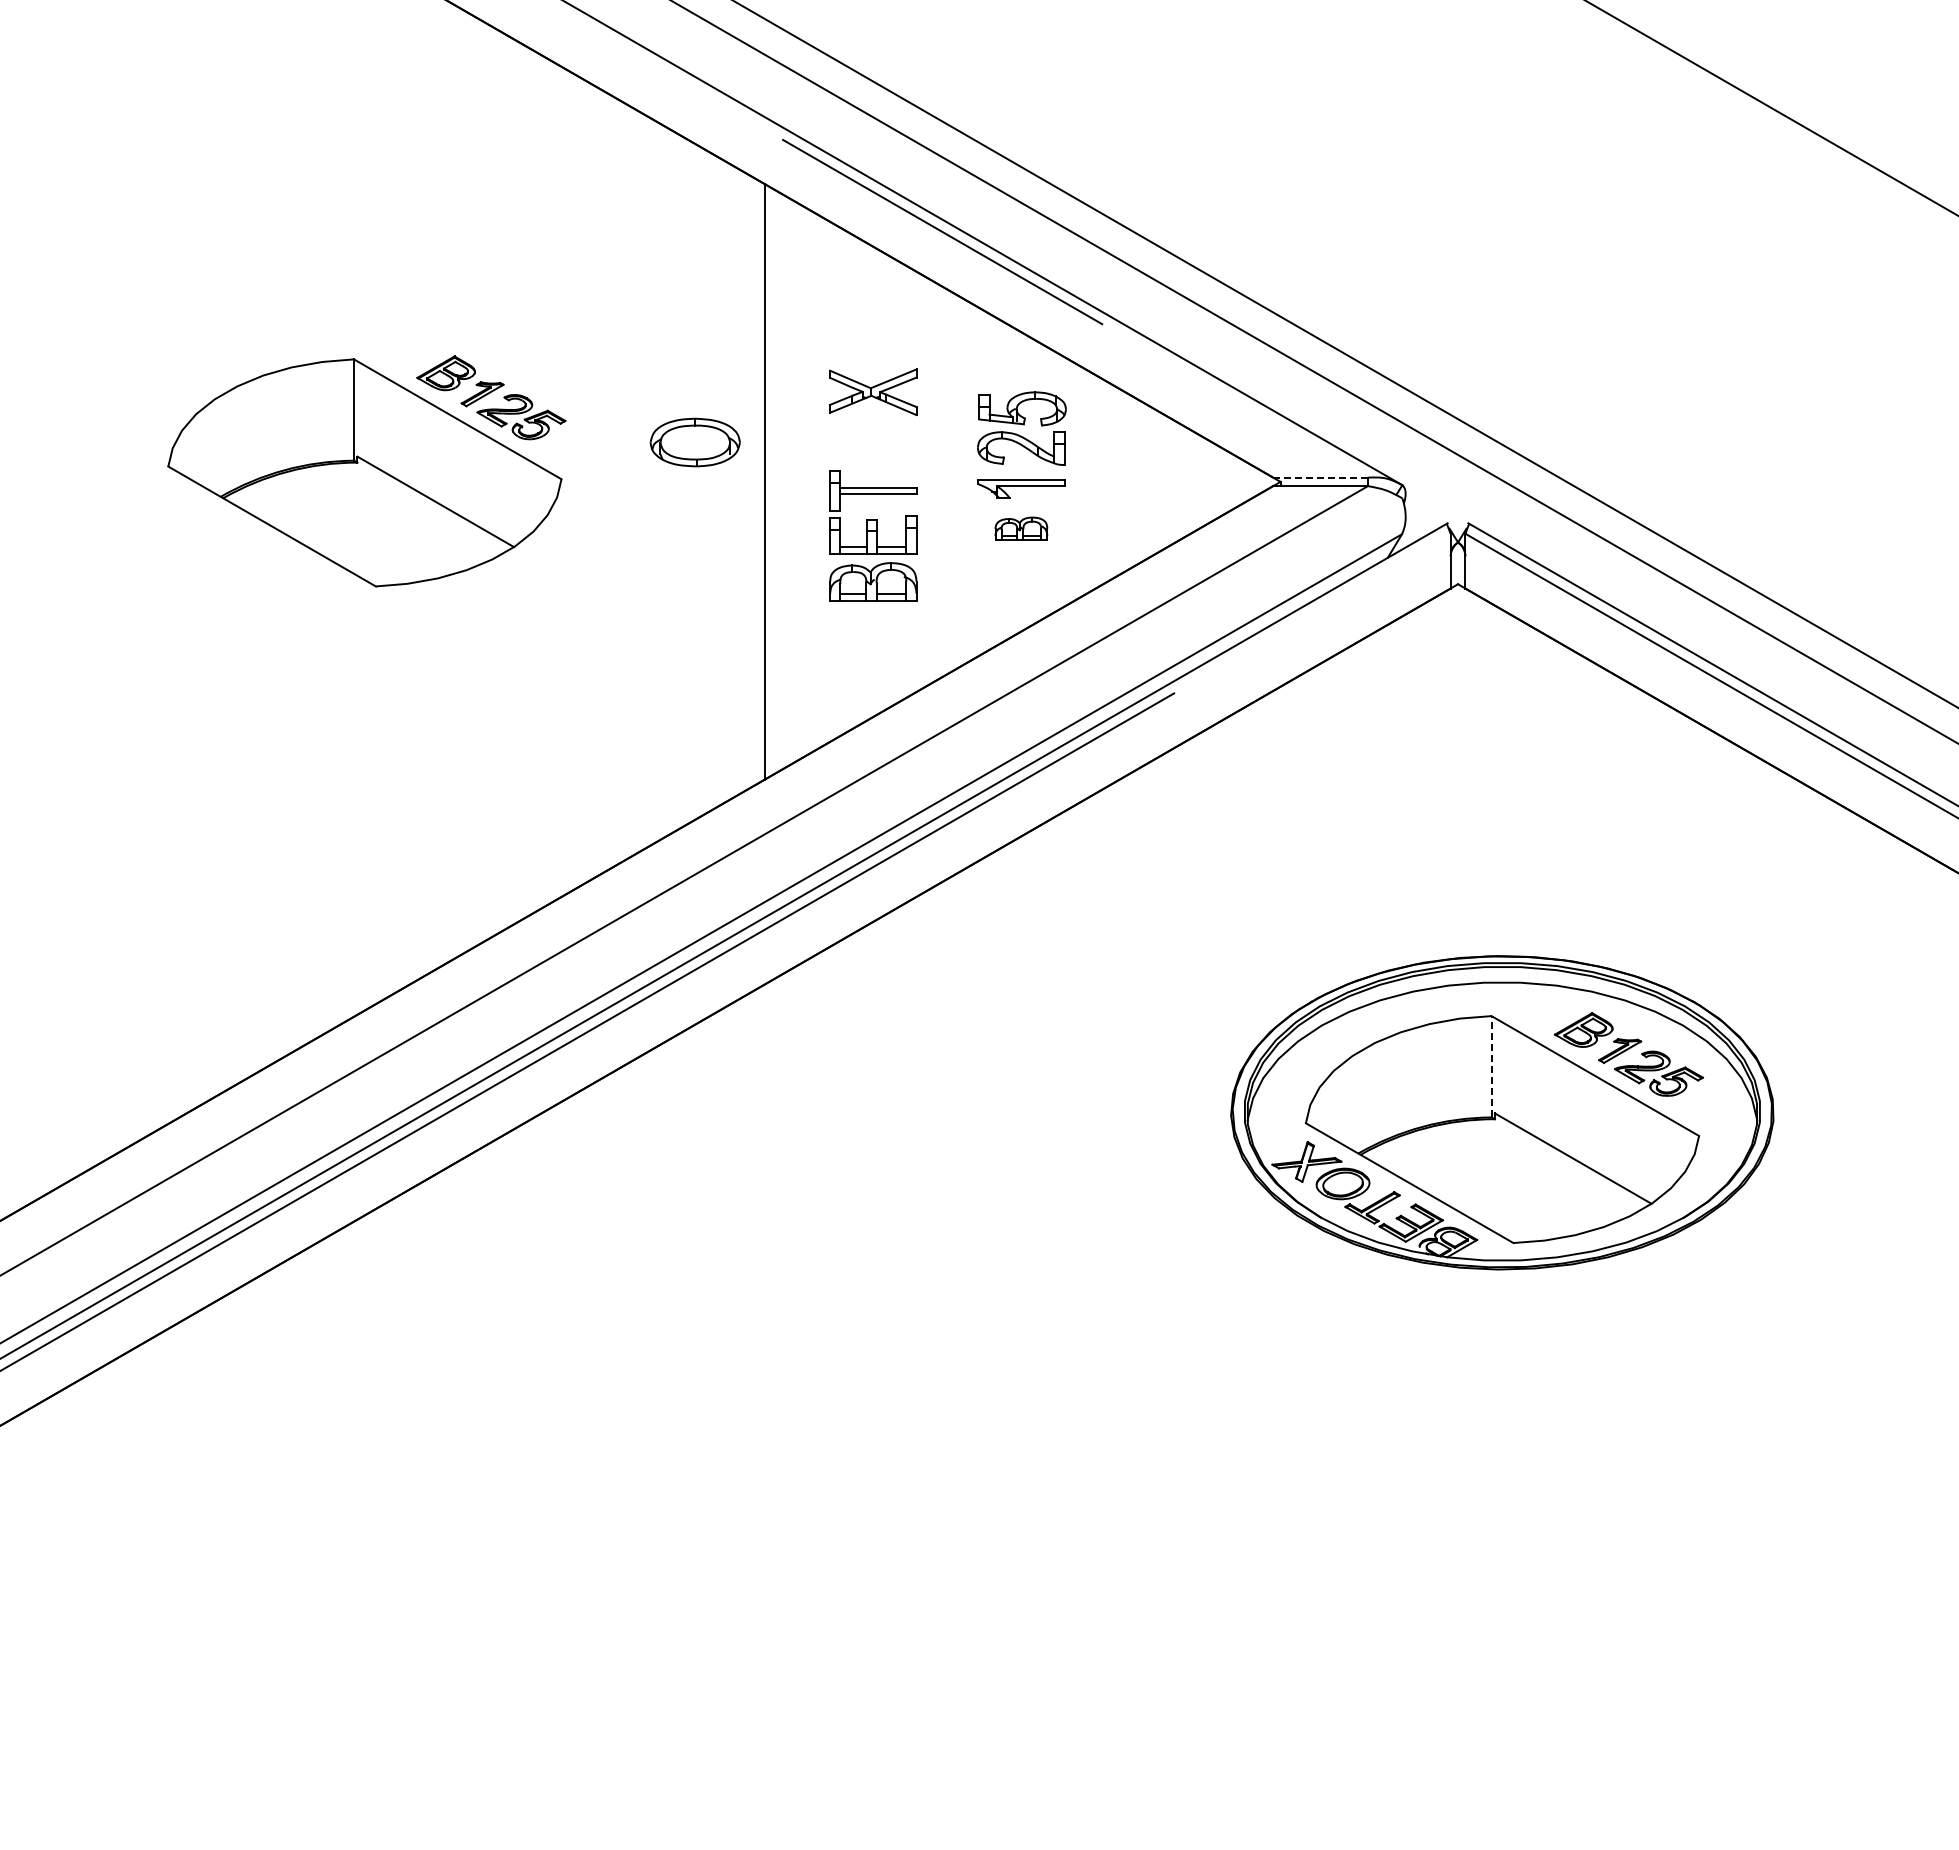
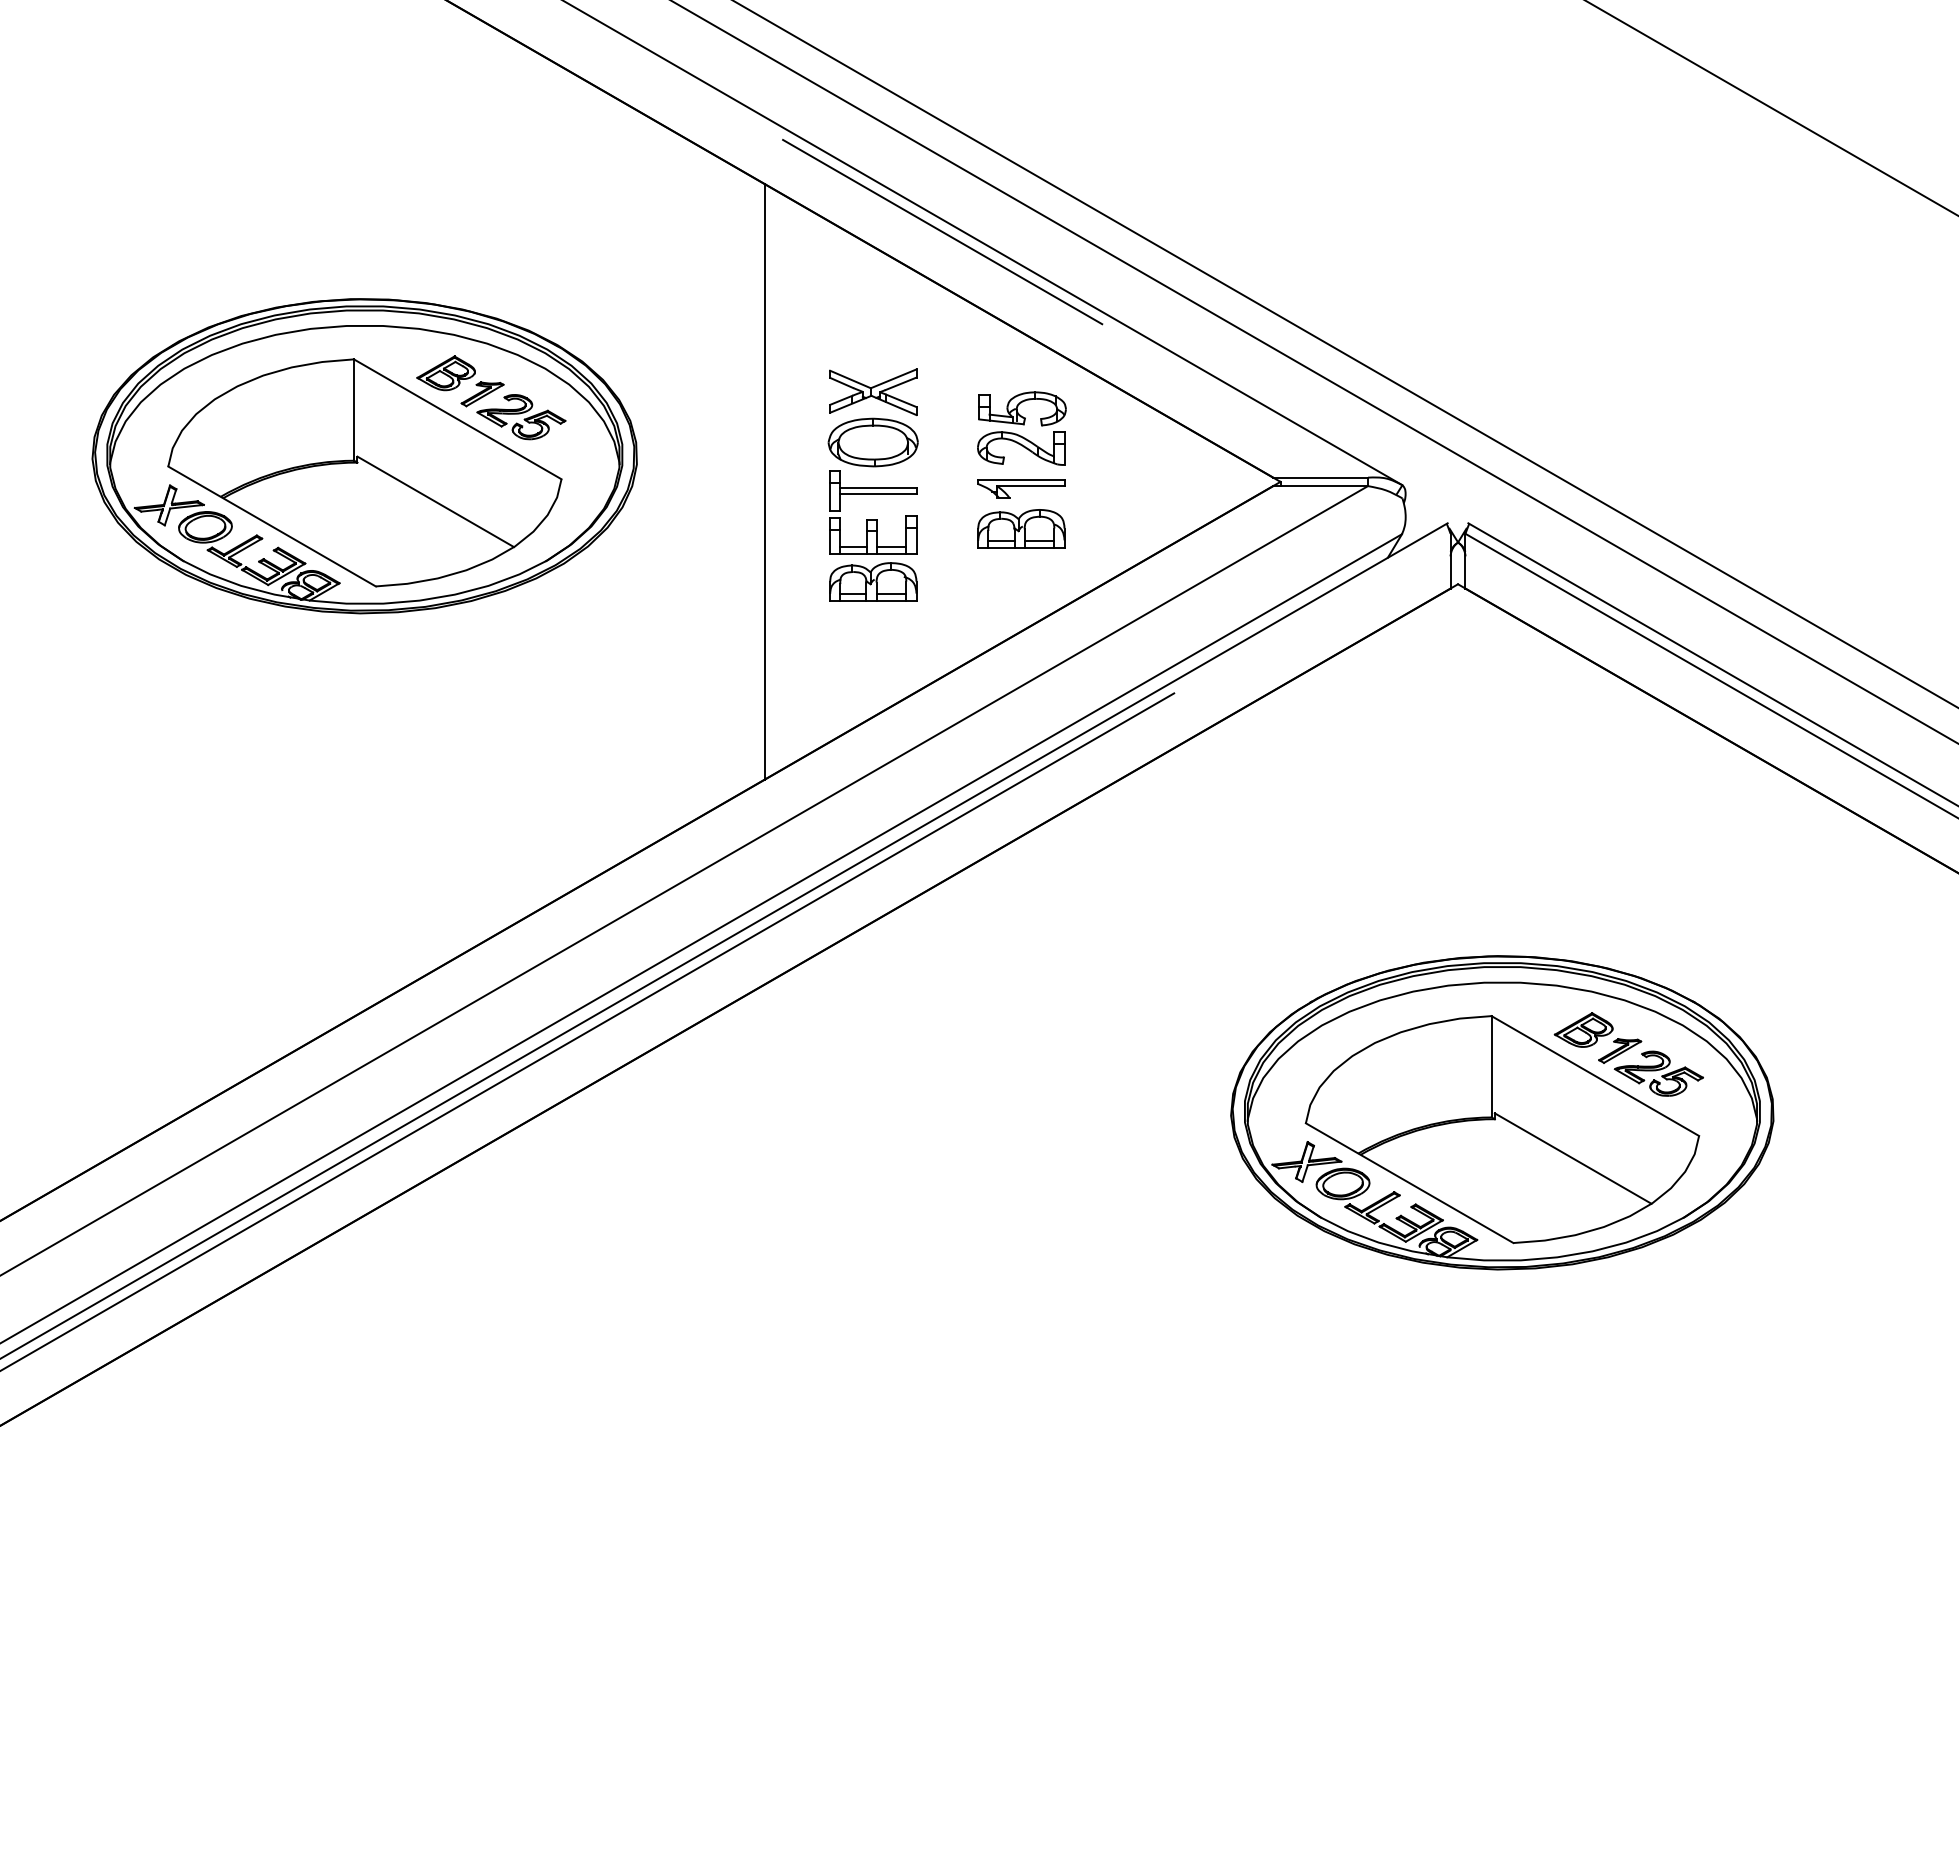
part at (694, 442) position: (694, 442) -> (872, 442)
part at (364, 456): none -> present
line at (1321, 477): dashed -> solid
part at (1021, 528) size: 55x25 px -> 89x40 px
line at (1491, 1066): dashed -> solid
